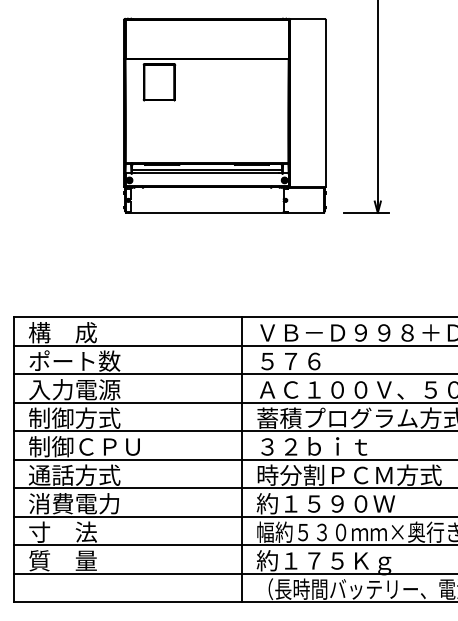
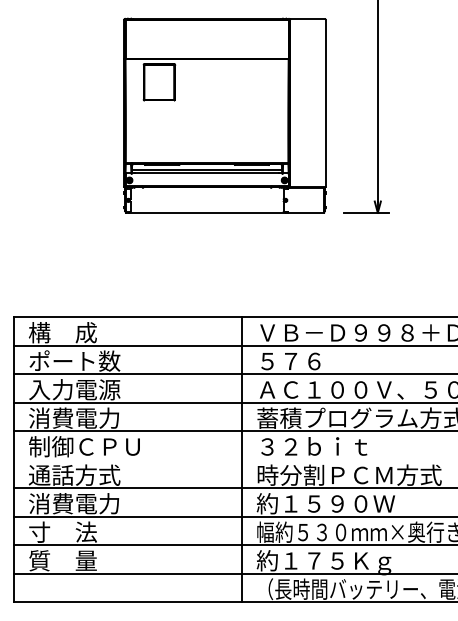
text at (74, 417): 制御方式 -> 消費電力
line at (233, 459): present -> none
